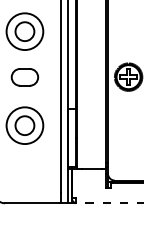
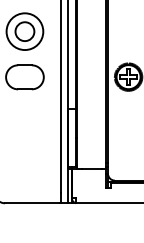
part at (24, 77) size: 30x19 px -> 40x27 px
part at (24, 125): present -> none
line at (109, 203): dashed -> solid
